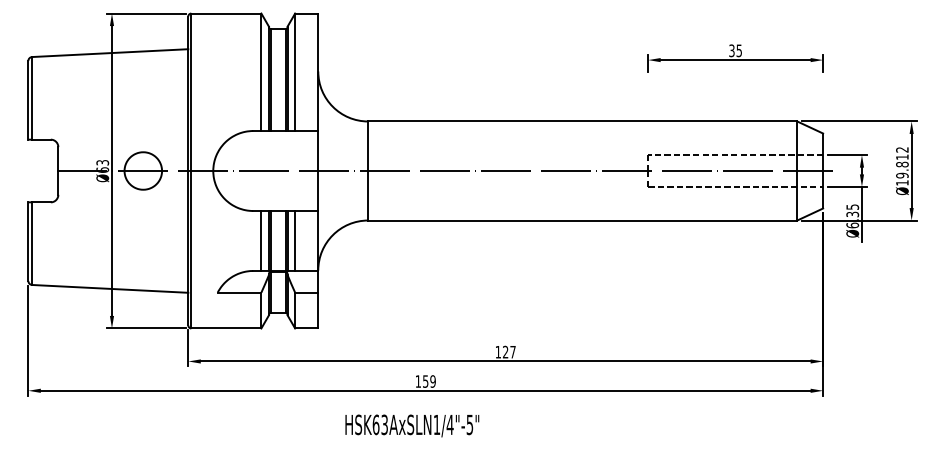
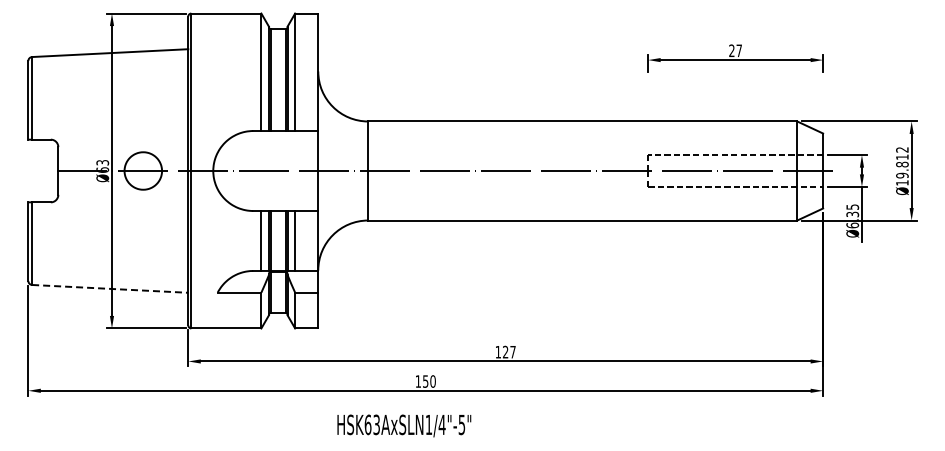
text at (735, 50): 35 -> 27
line at (110, 288): solid -> dashed
text at (432, 381): 159 -> 150
text at (412, 425) position: (412, 425) -> (404, 425)
